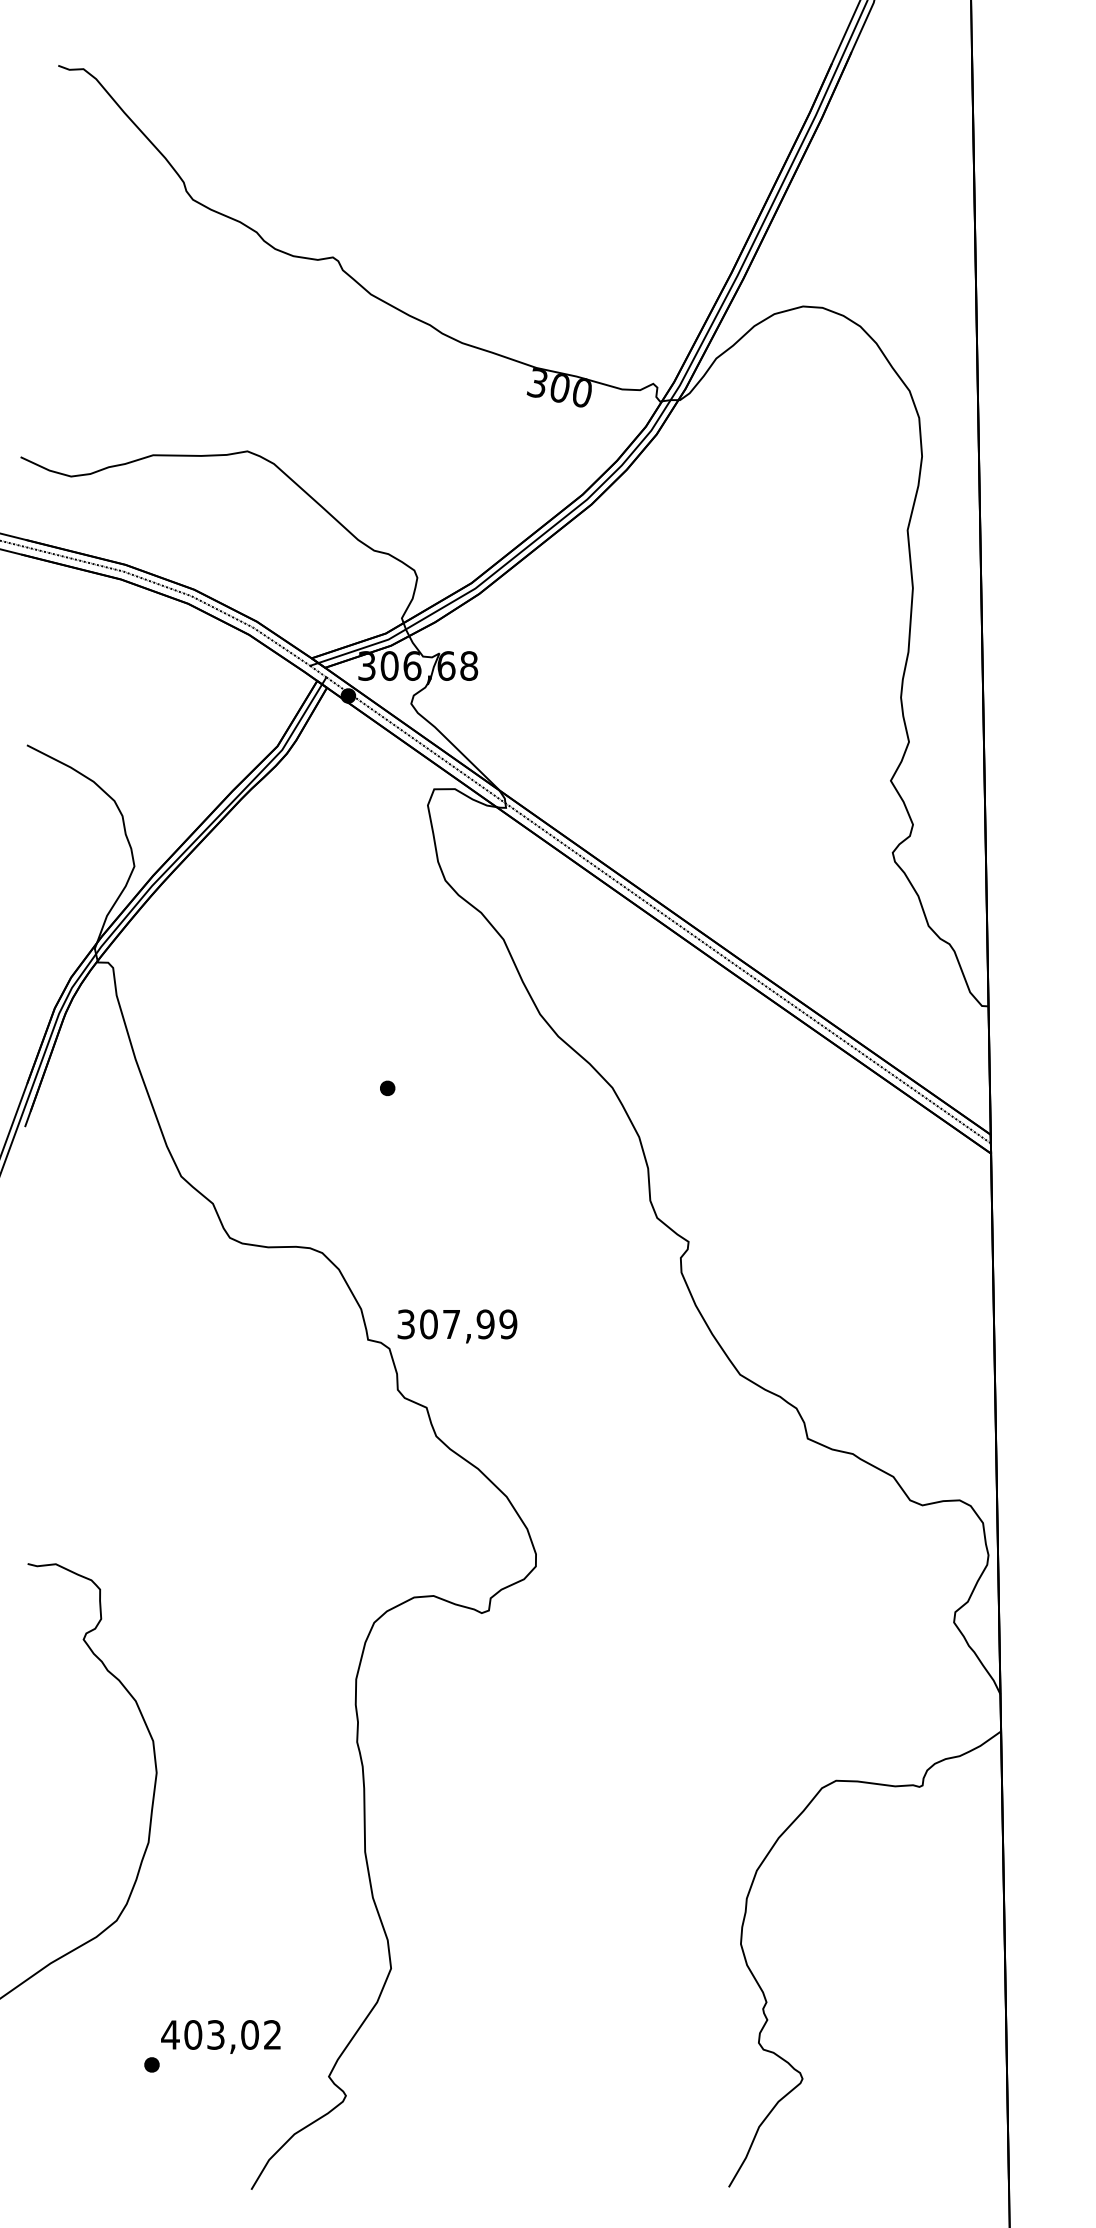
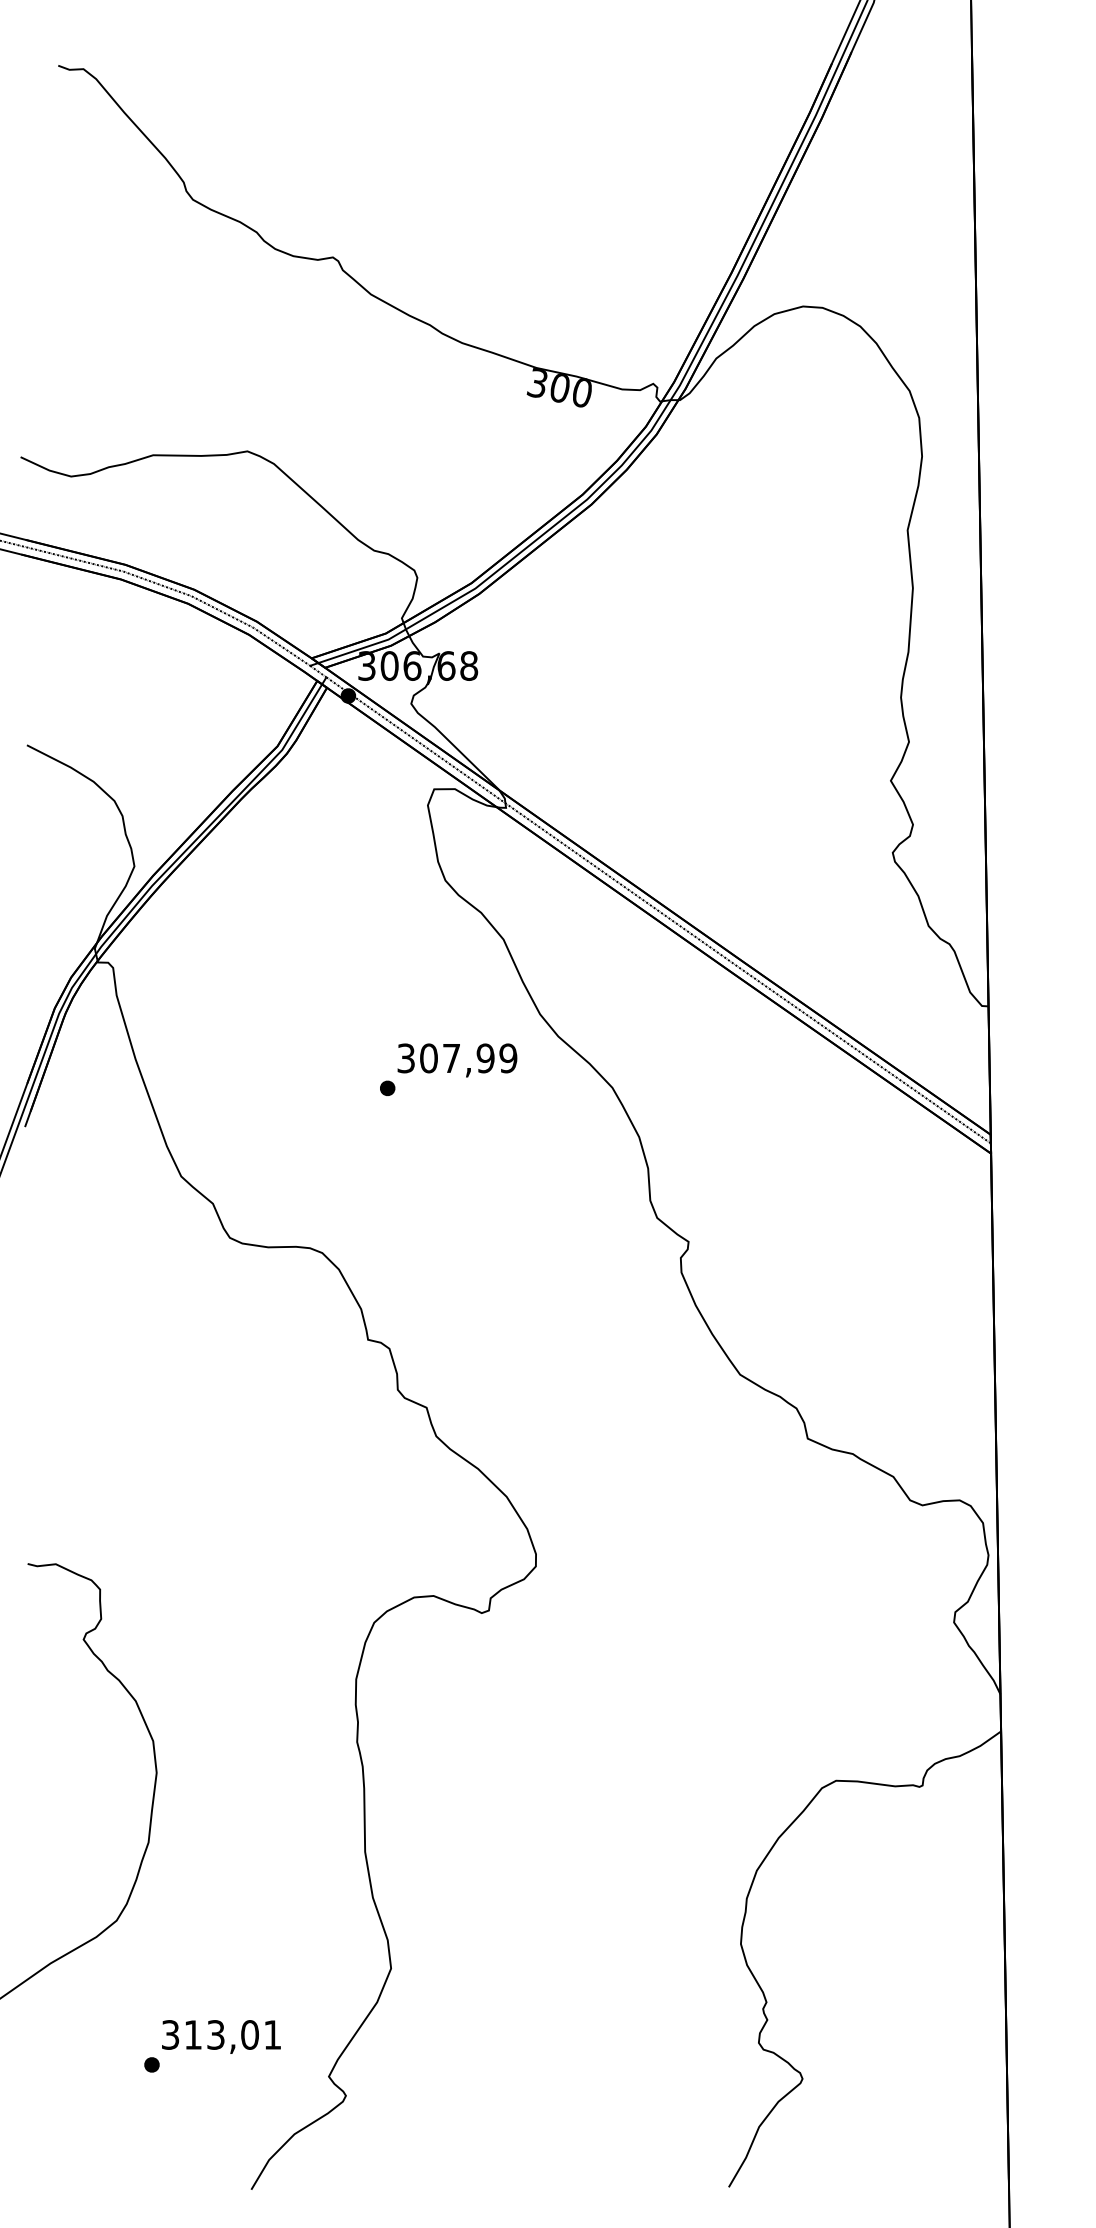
text at (457, 1326) position: (457, 1326) -> (457, 1060)
text at (220, 2034): 403,02 -> 313,01
